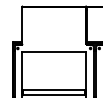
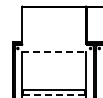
line at (54, 51): solid -> dashed
line at (54, 95): solid -> dashed
